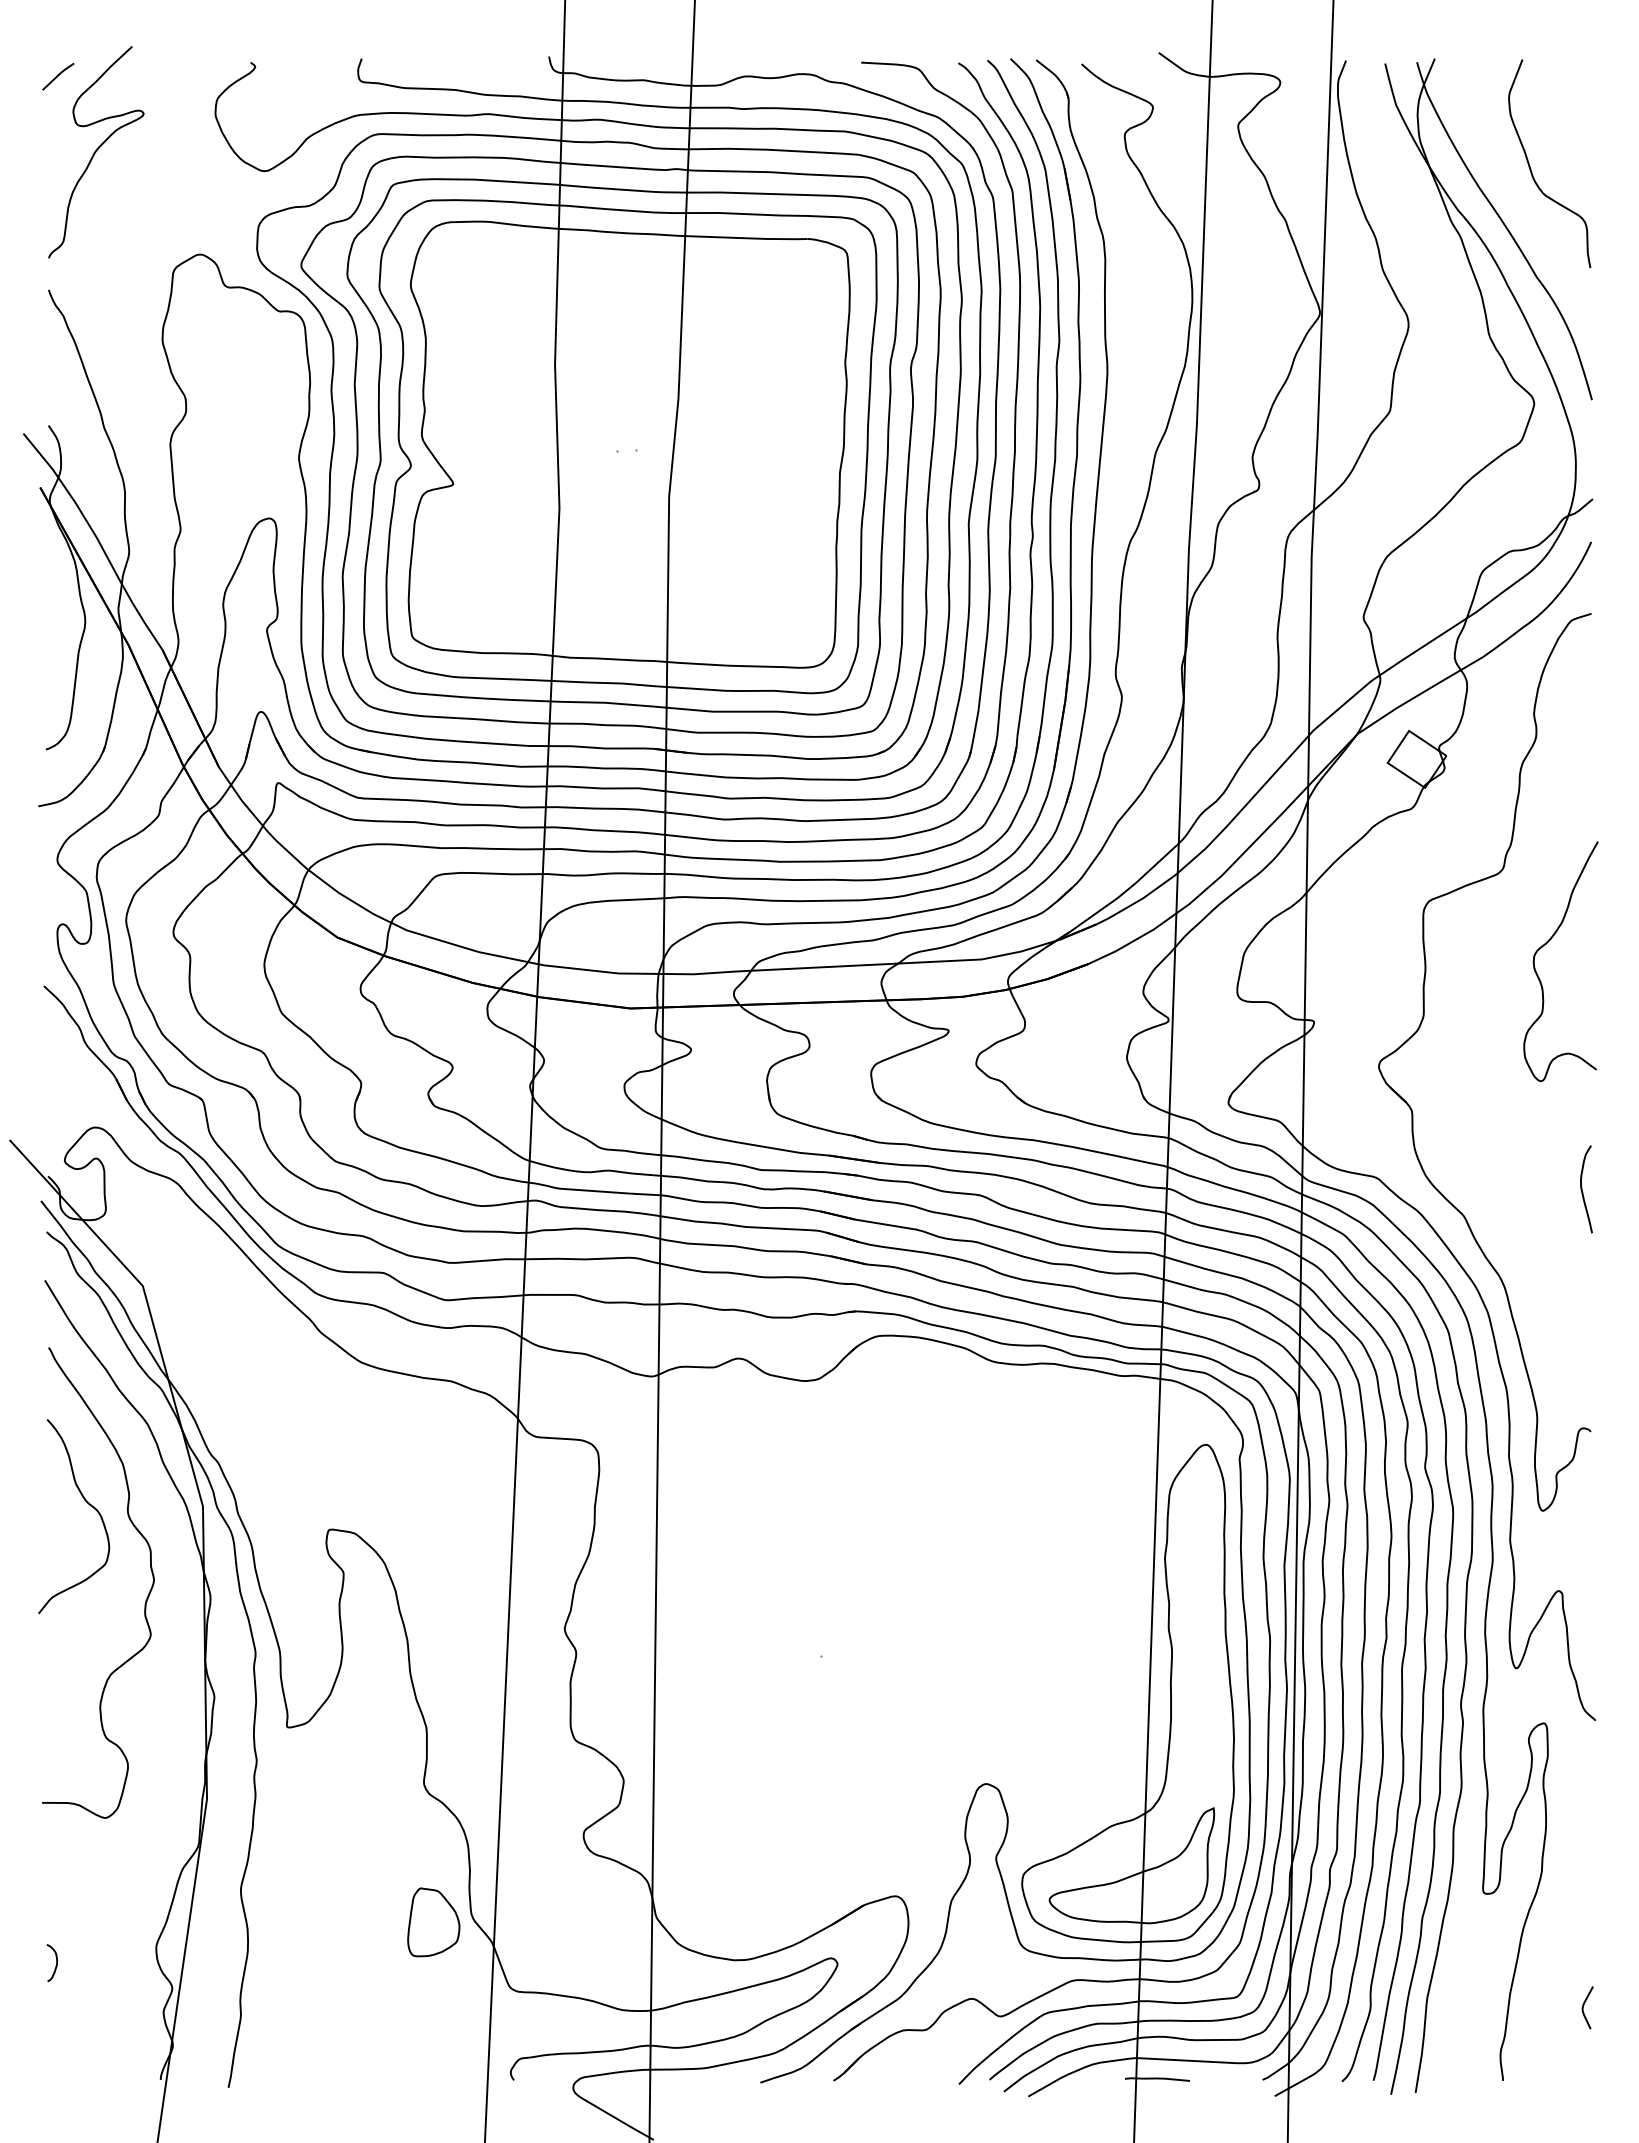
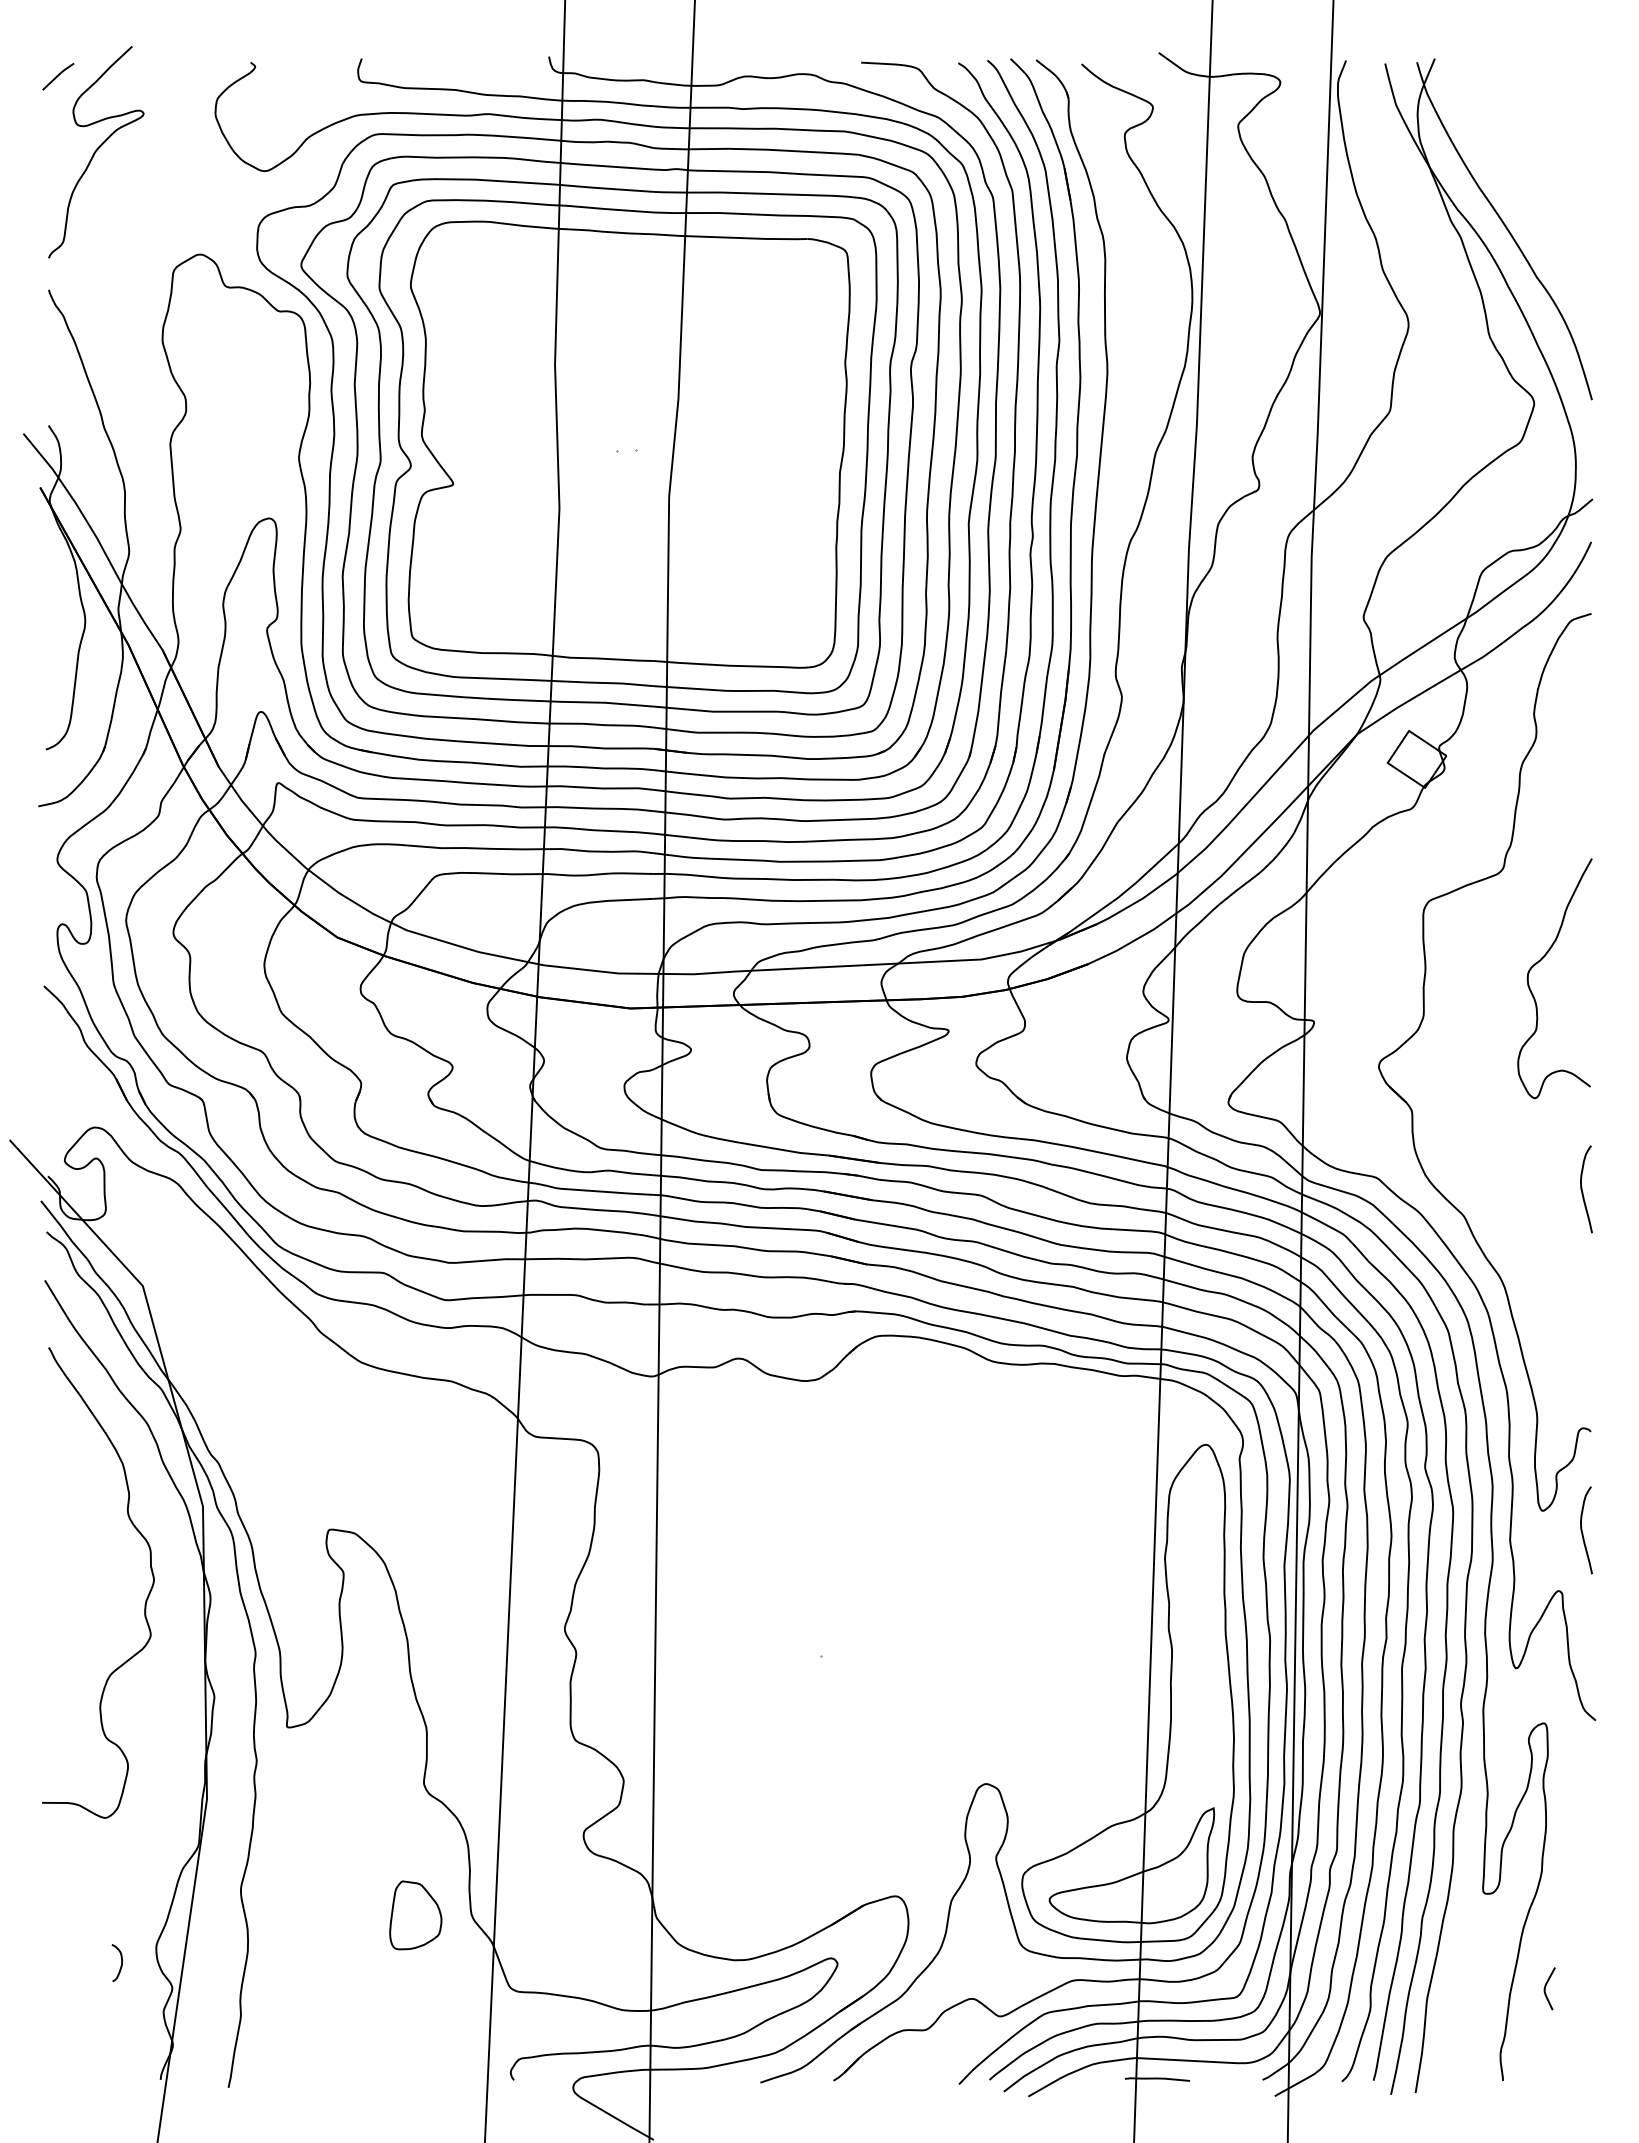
curve at (1531, 169): present -> none
curve at (1545, 945) position: (1545, 945) -> (1539, 962)
curve at (87, 1503): present -> none
curve at (1582, 1530): none -> present
part at (433, 1922) position: (433, 1922) -> (415, 1915)
curve at (55, 1965) position: (55, 1965) -> (120, 1965)
curve at (1584, 2005) position: (1584, 2005) -> (1546, 1986)
